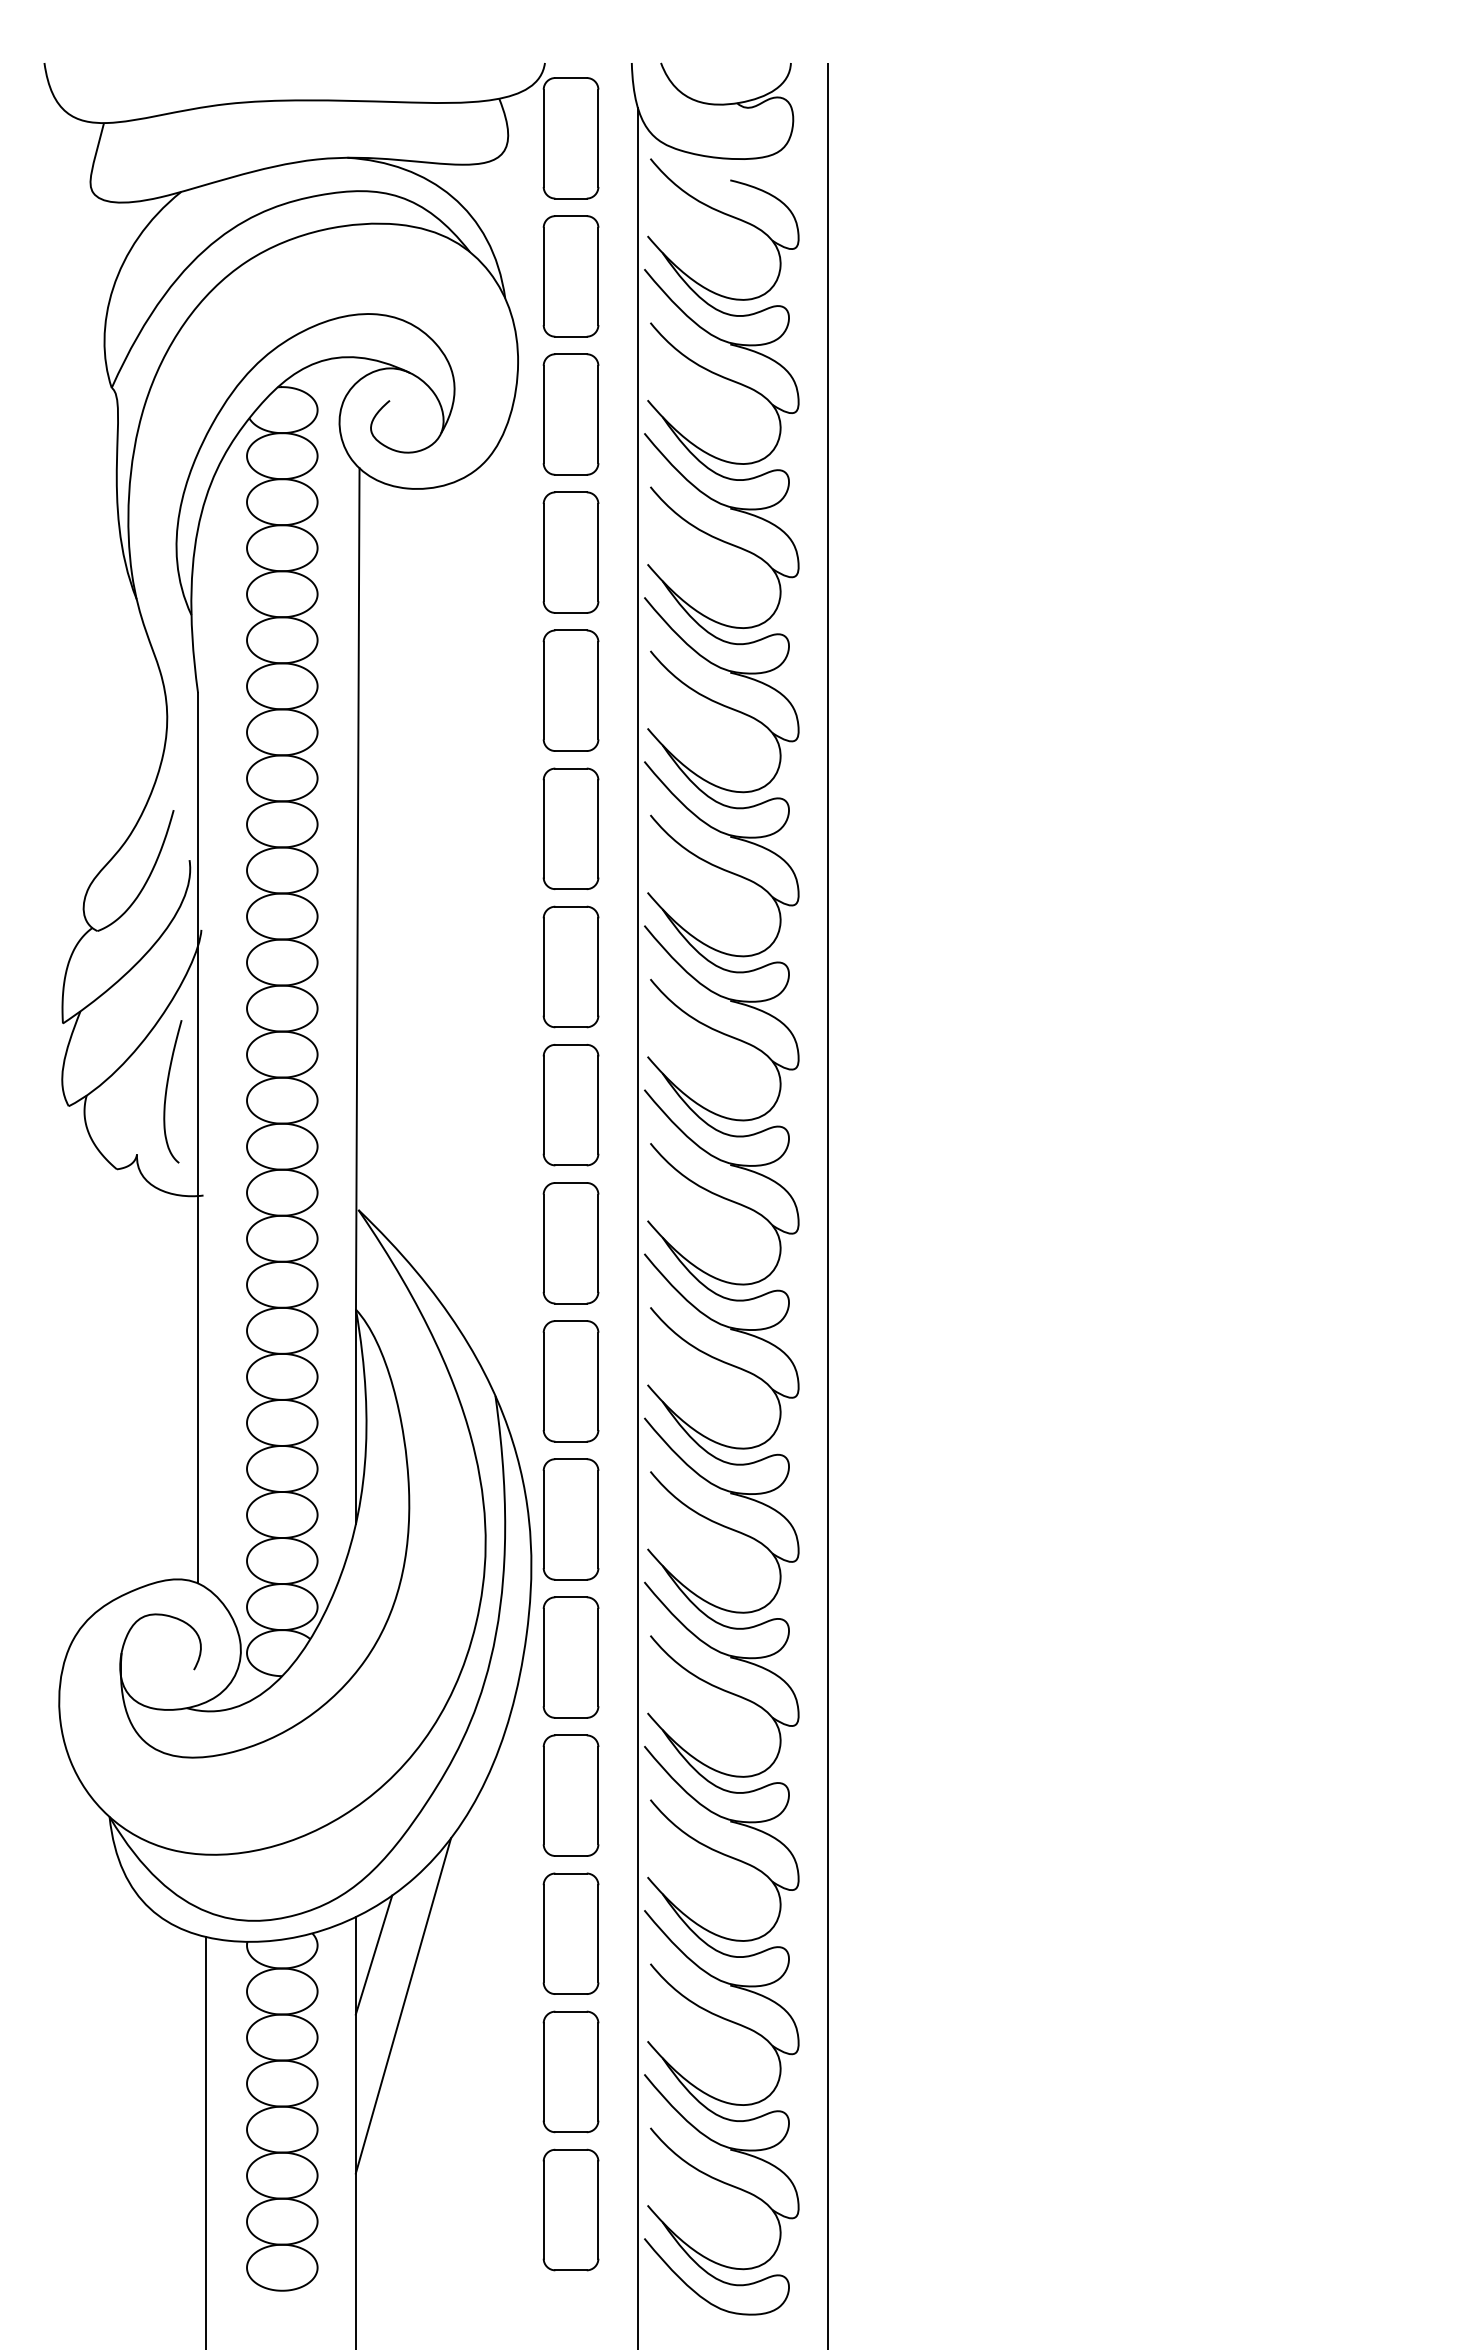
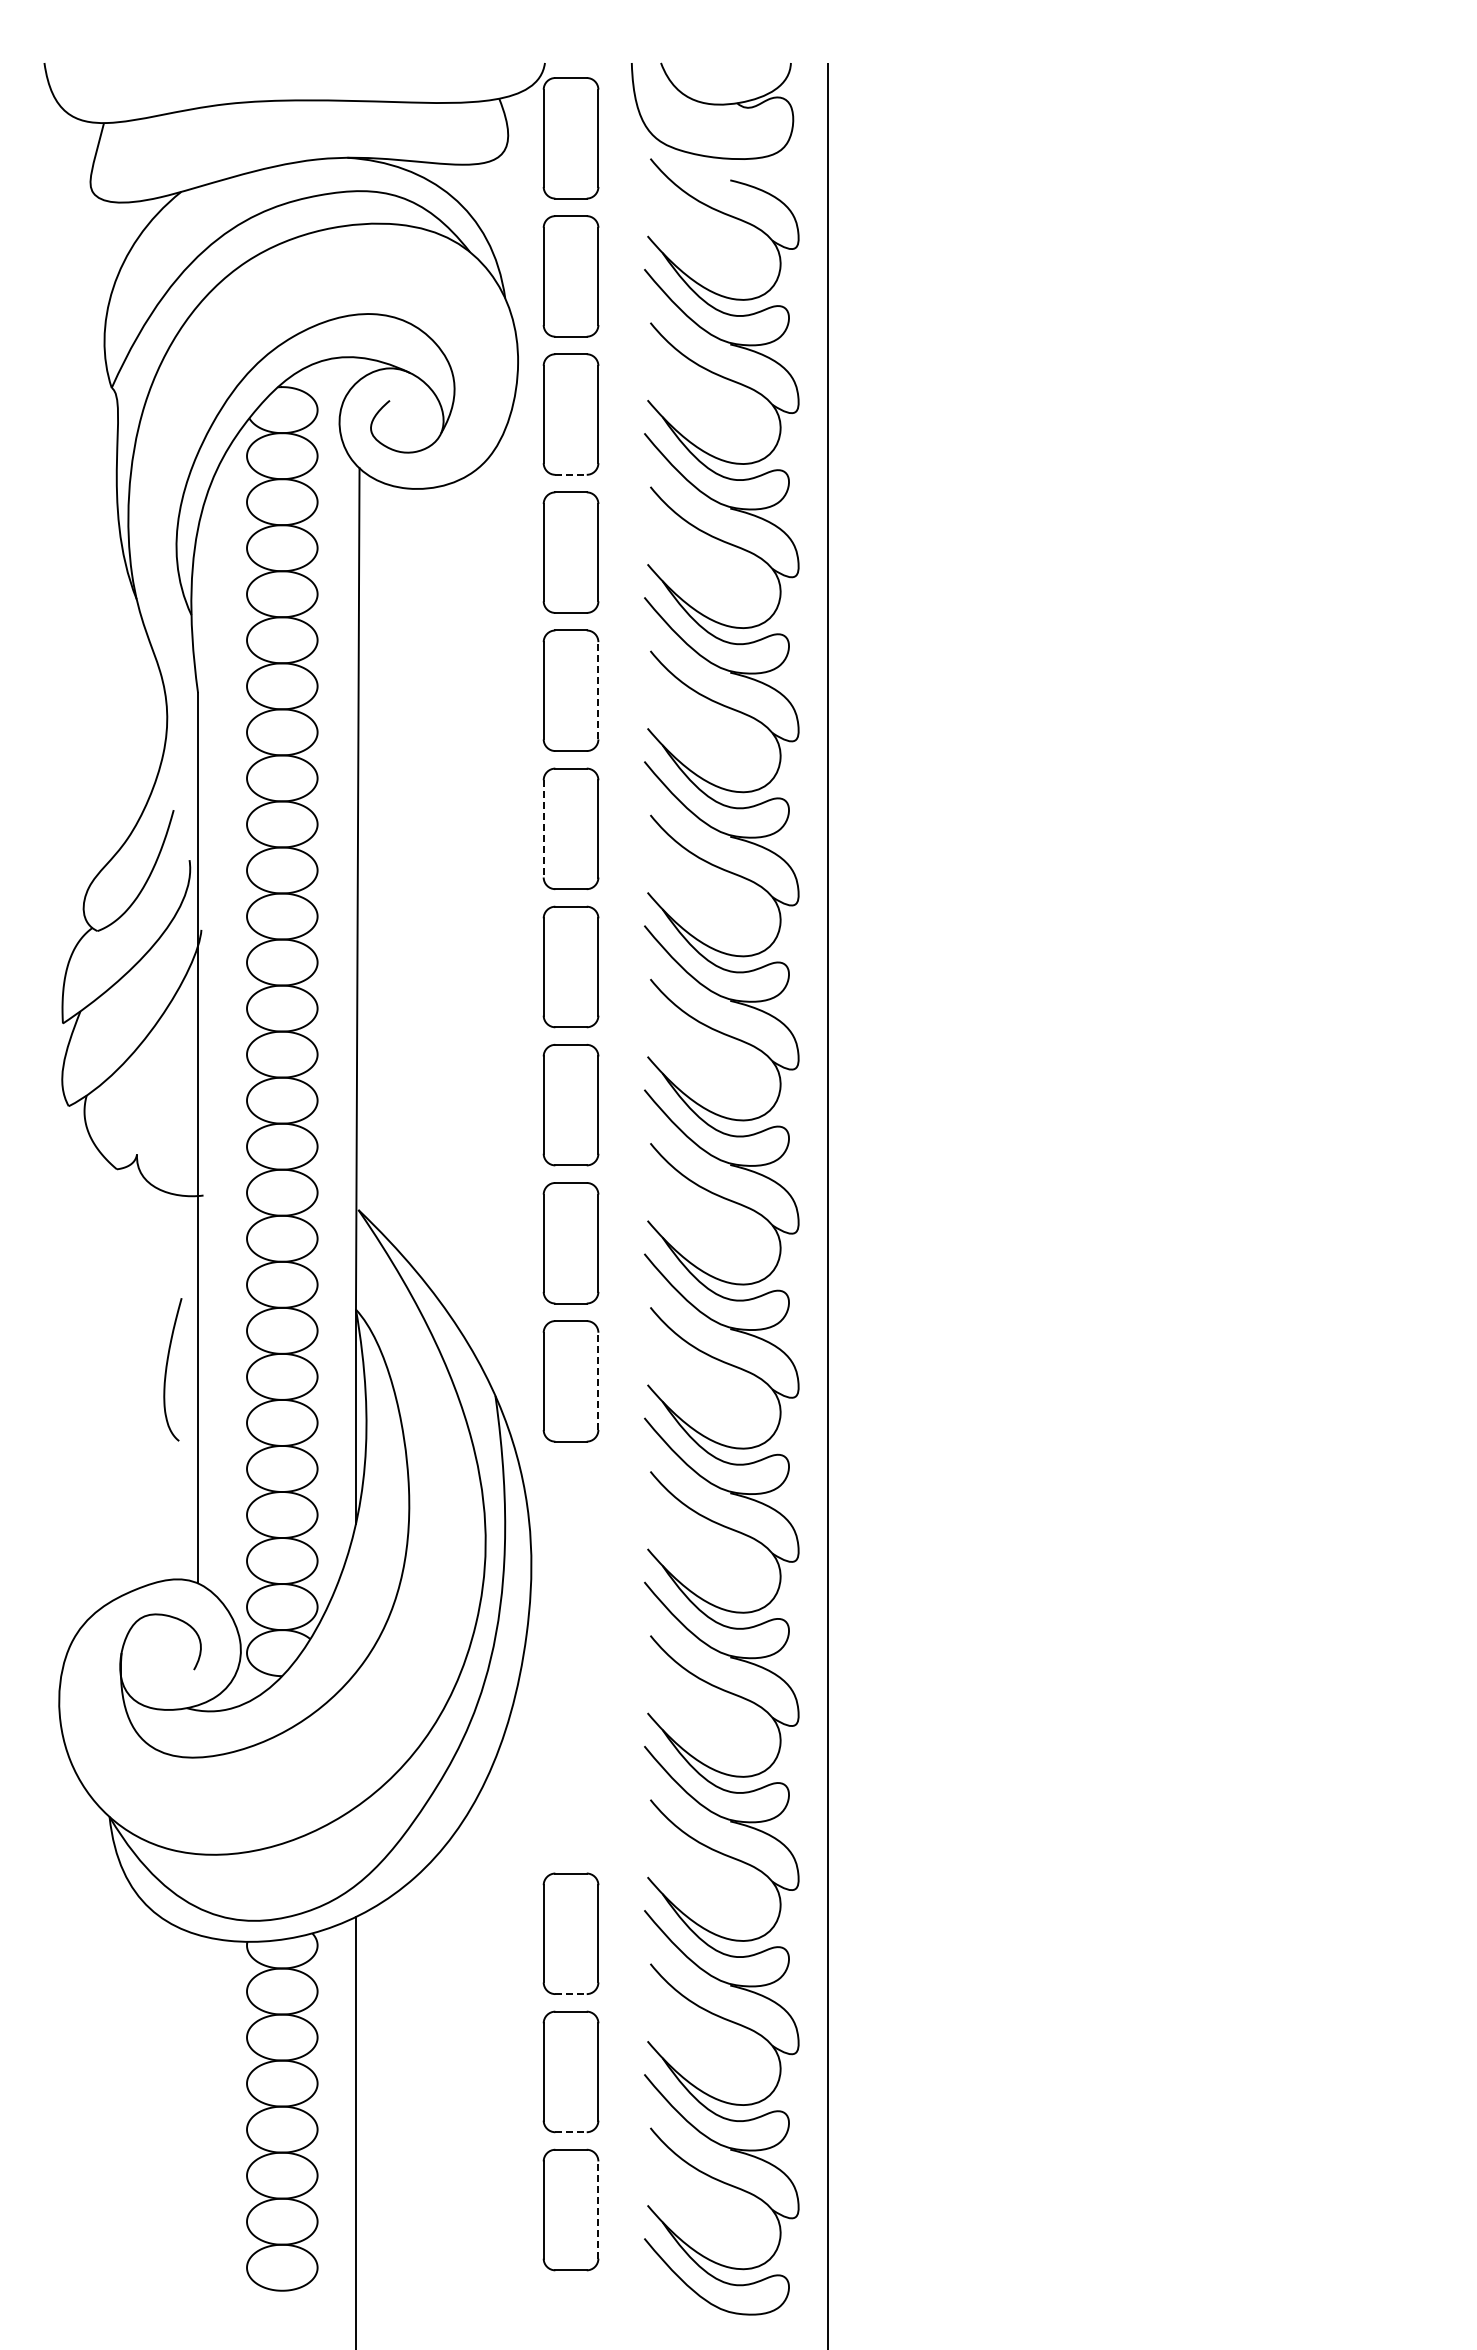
line at (571, 474): solid -> dashed
line at (598, 690): solid -> dashed
line at (543, 828): solid -> dashed
curve at (167, 1091) position: (167, 1091) -> (167, 1369)
line at (637, 1226): present -> none
line at (598, 1381): solid -> dashed
part at (570, 1519): present -> none
part at (570, 1657): present -> none
part at (570, 1795): present -> none
line at (373, 1954): present -> none
line at (571, 1994): solid -> dashed
line at (403, 2005): present -> none
line at (571, 2132): solid -> dashed
line at (205, 2141): present -> none
line at (598, 2210): solid -> dashed
